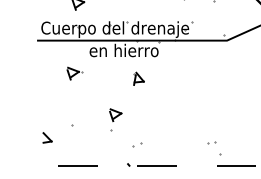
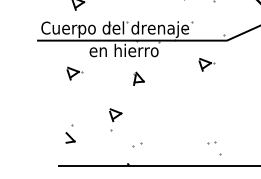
part at (206, 64): none -> present
part at (47, 137) position: (47, 137) -> (70, 137)
line at (159, 165): dashed -> solid
